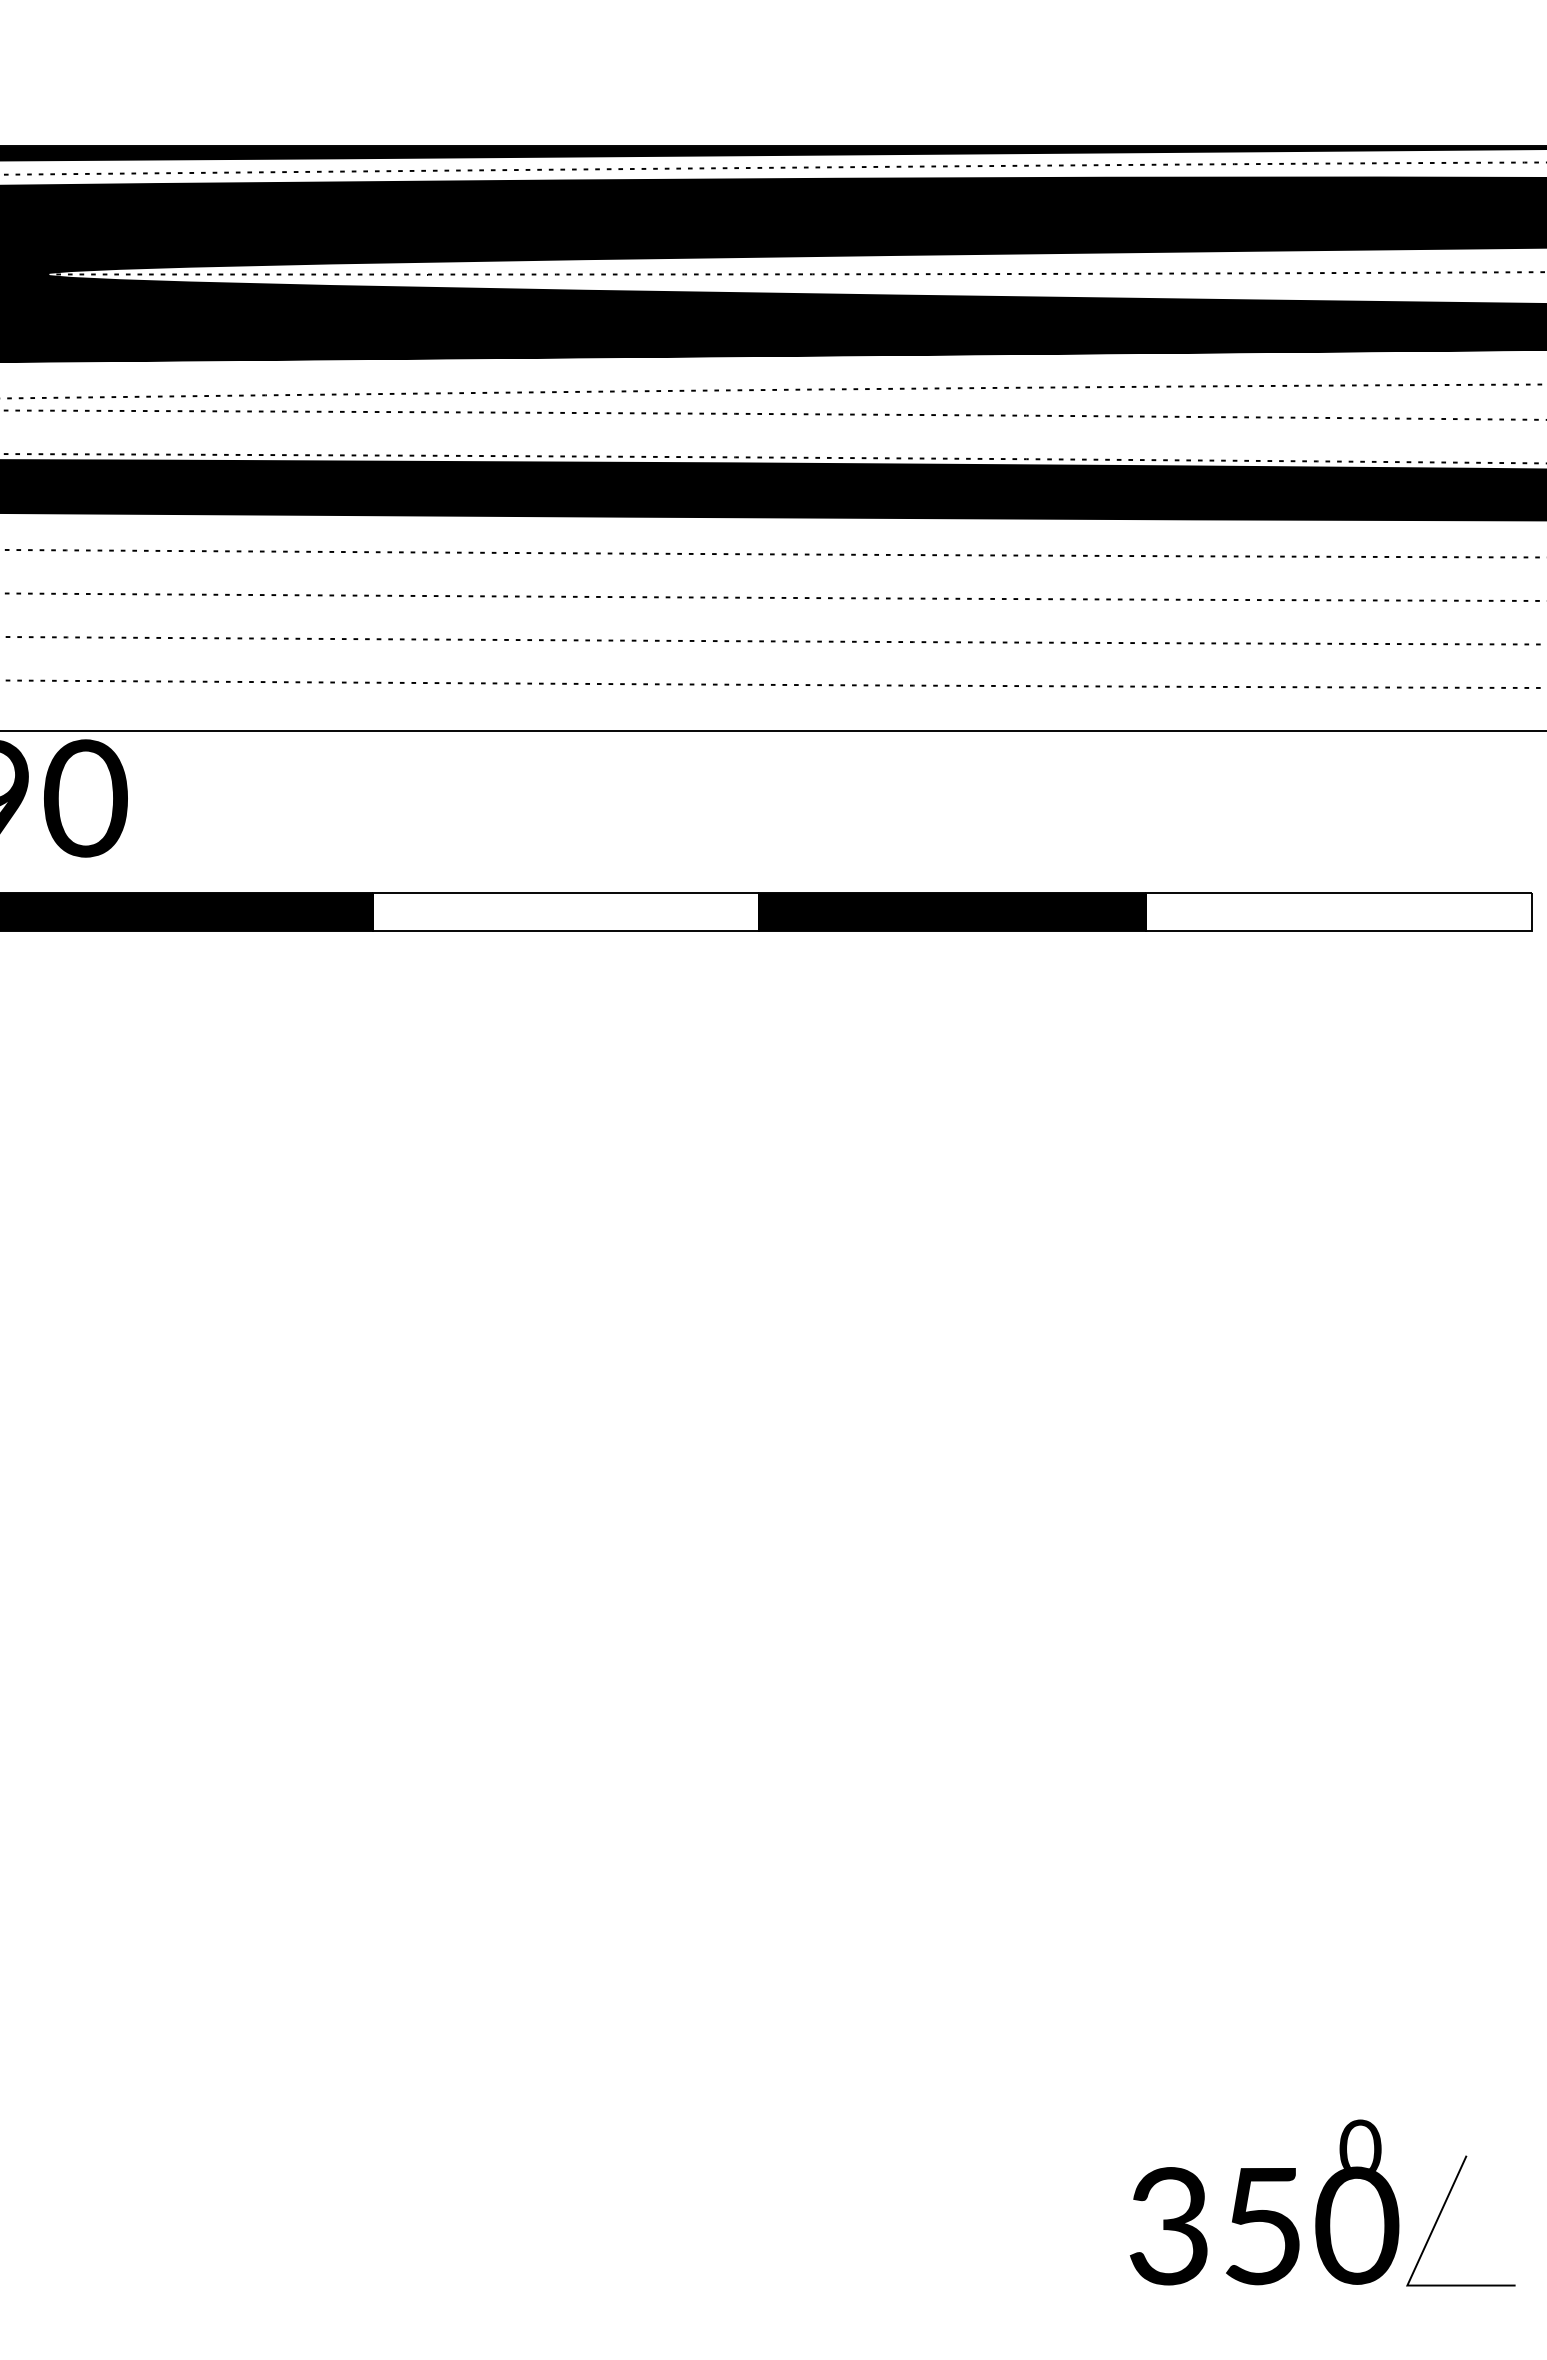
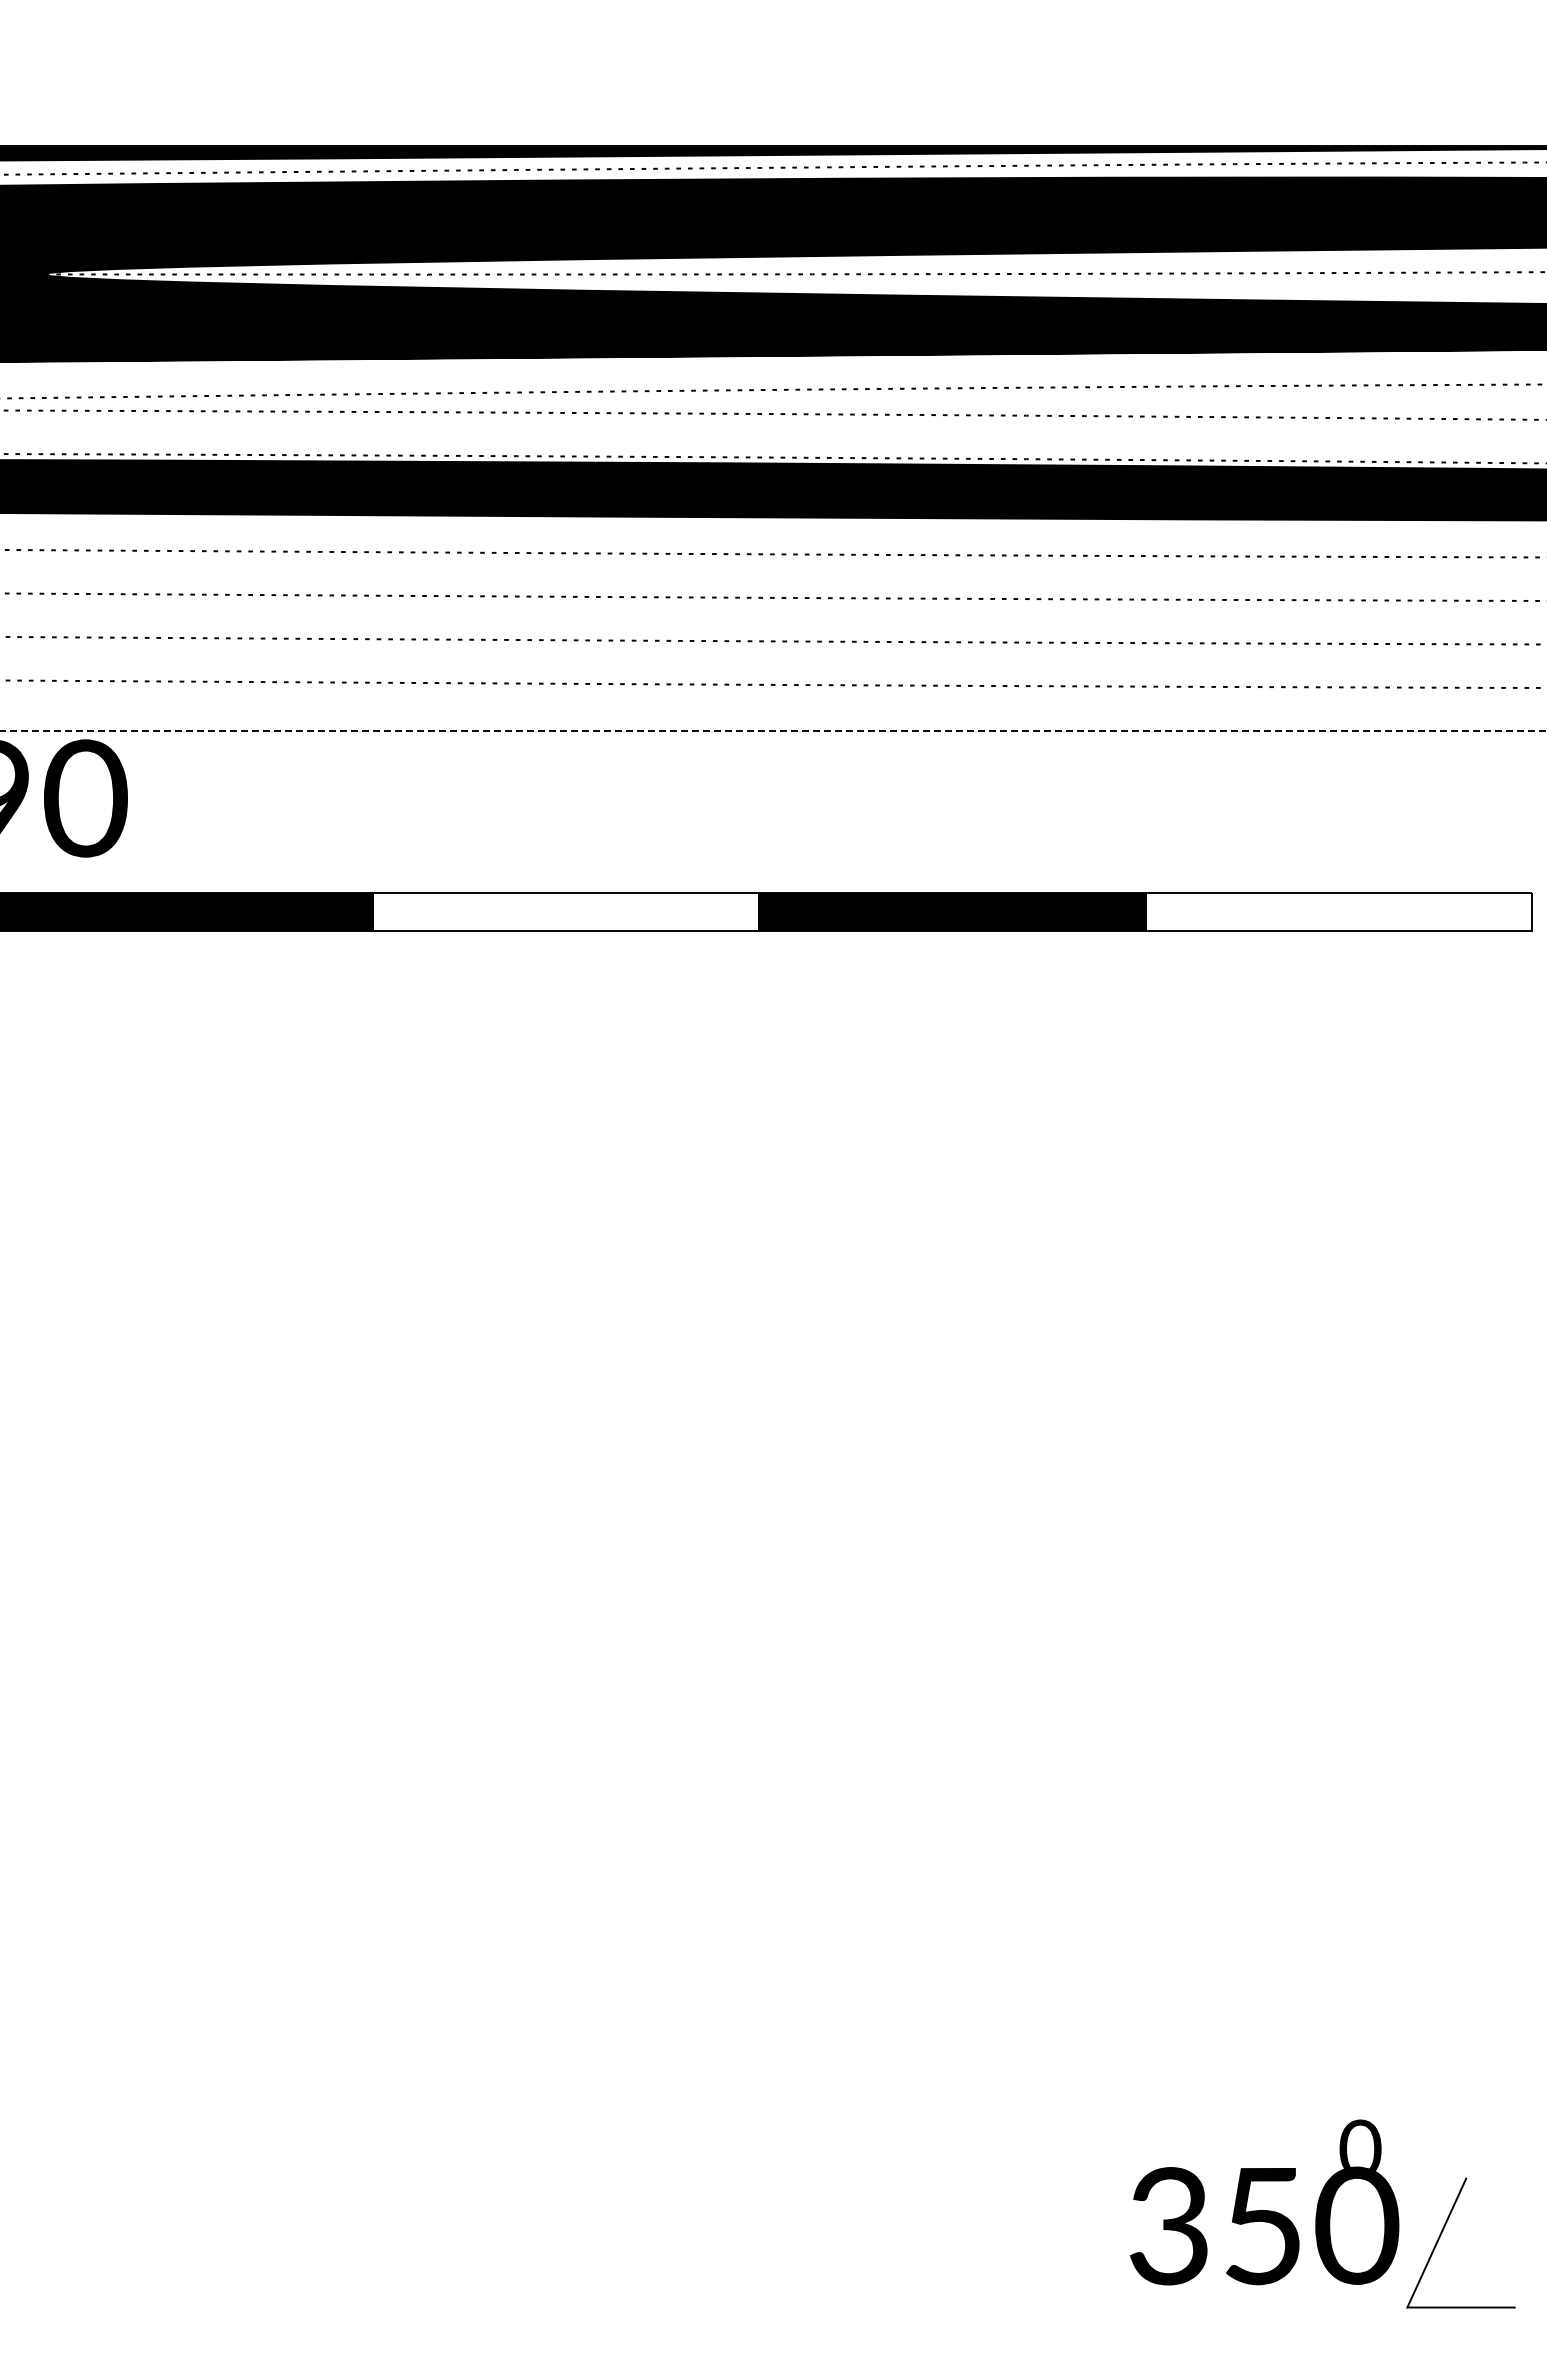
line at (773, 730): solid -> dashed
line at (1442, 2211) position: (1442, 2211) -> (1442, 2233)
